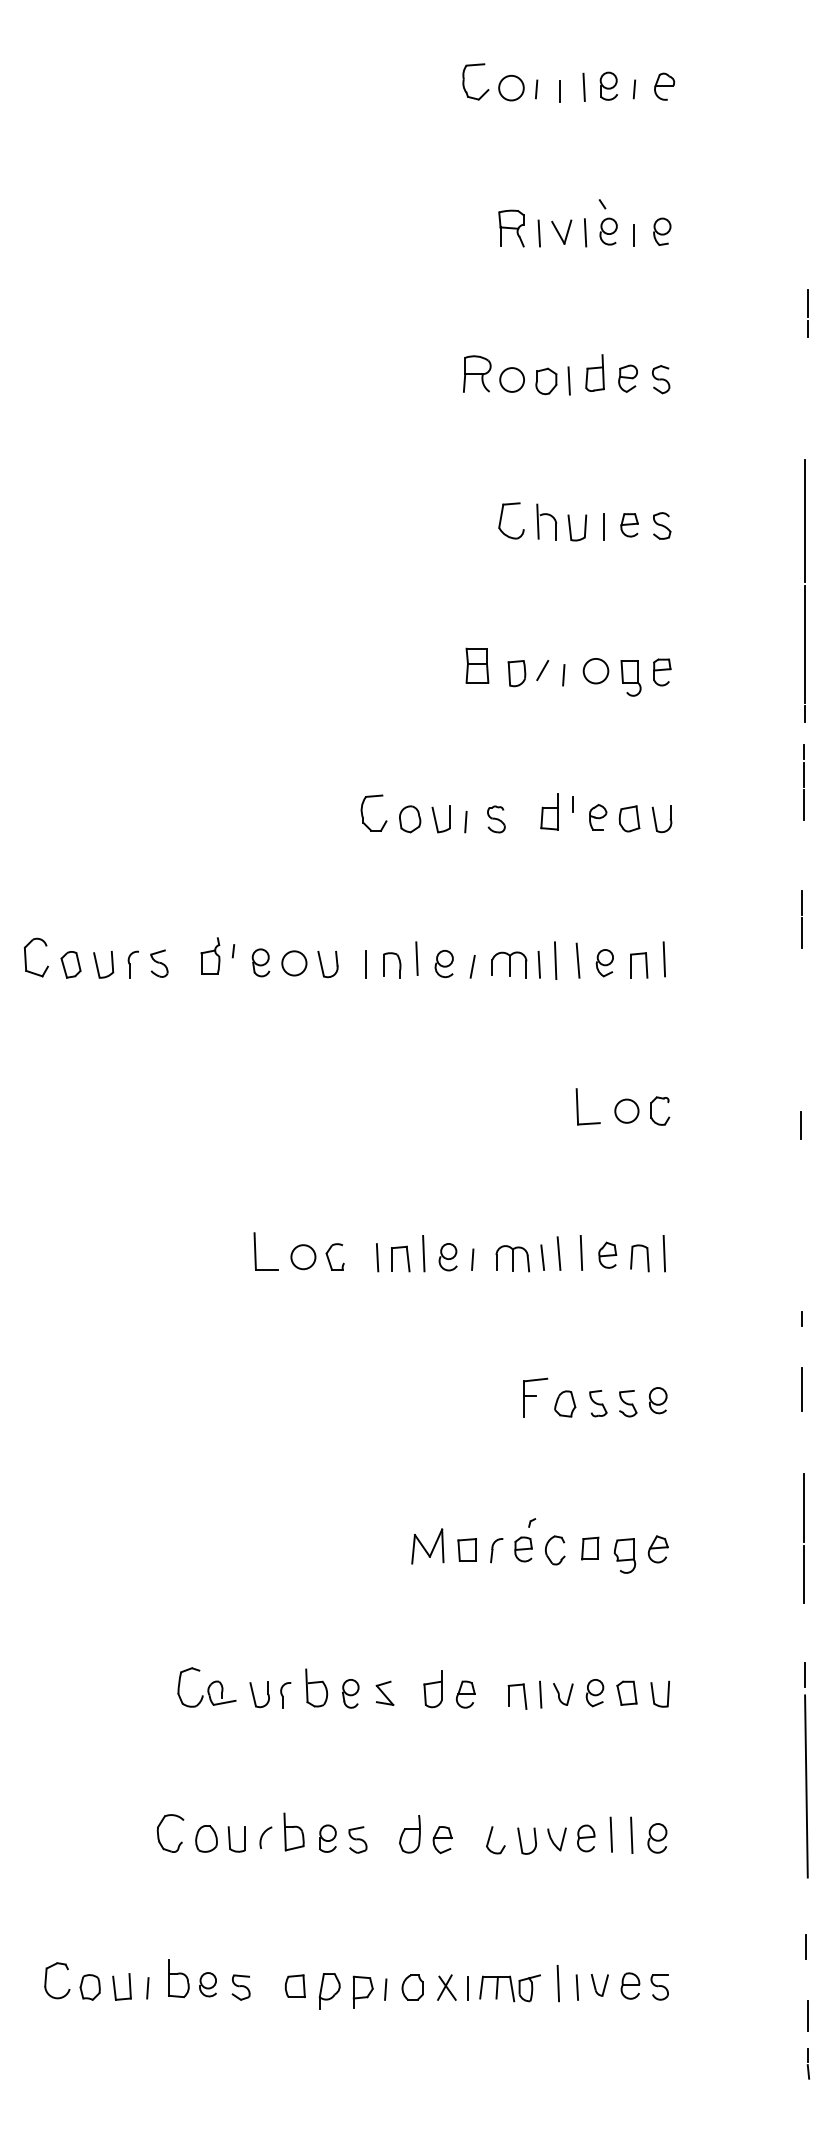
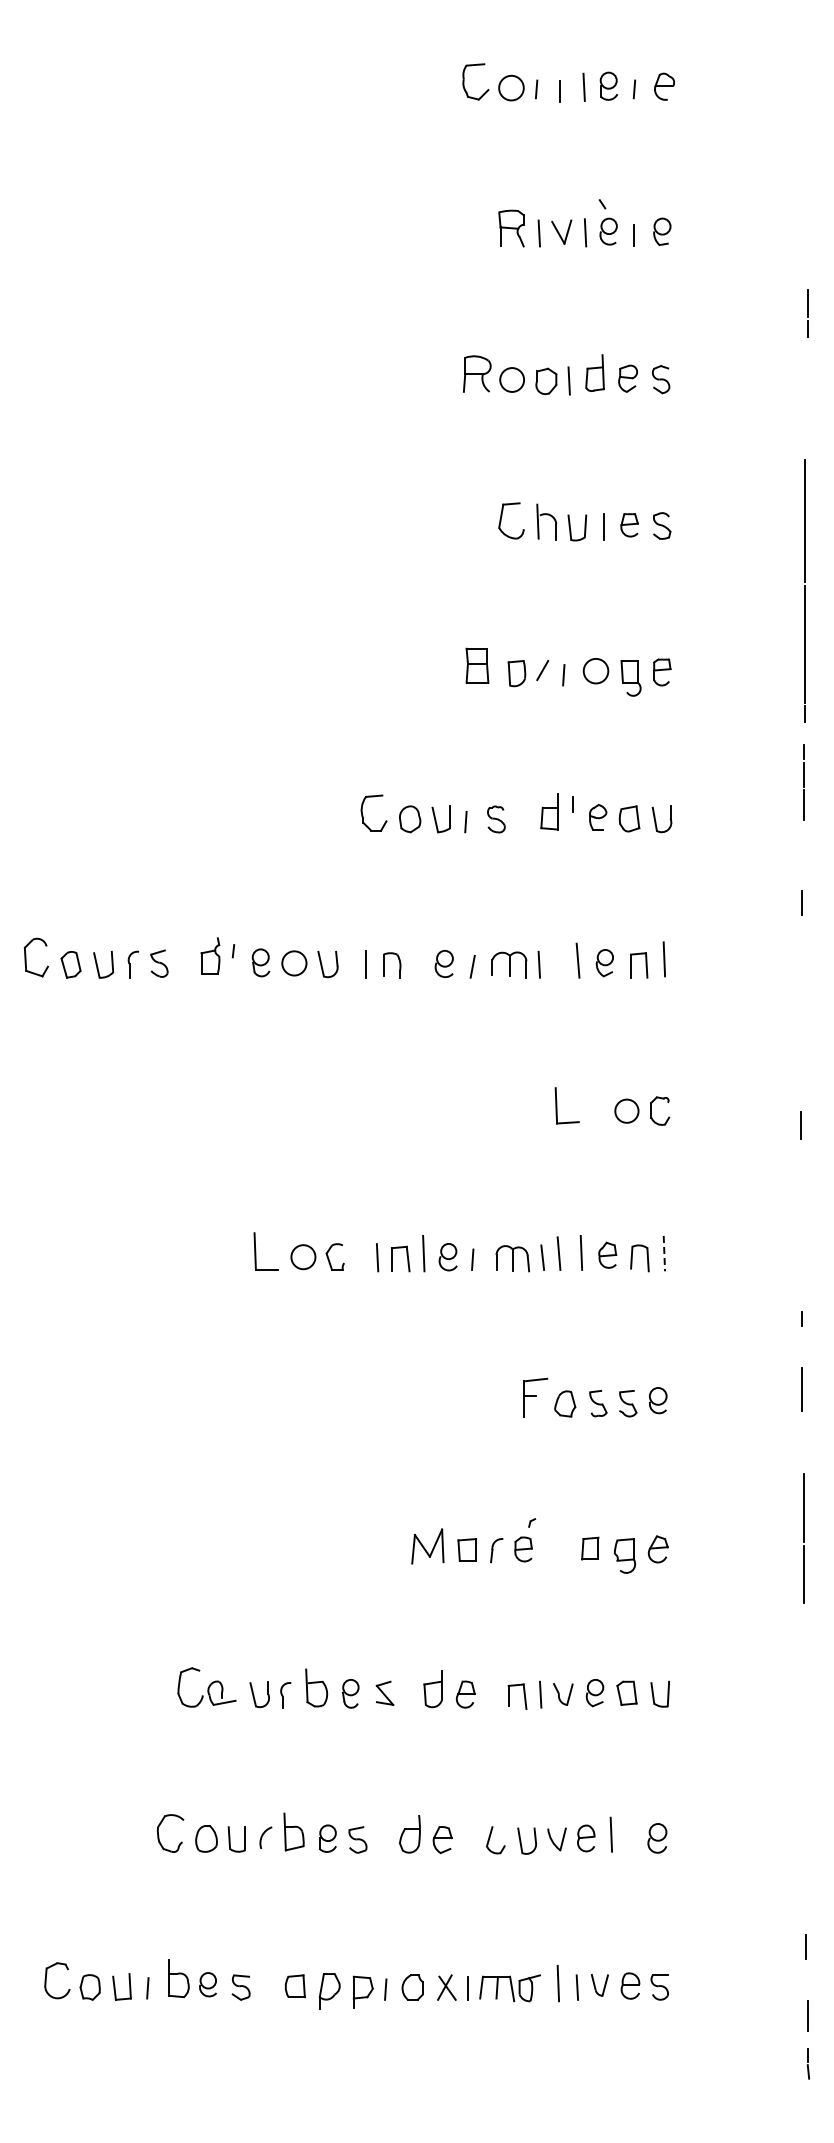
line at (802, 932): present -> none
line at (416, 958): present -> none
line at (555, 960): present -> none
part at (578, 1106) position: (578, 1106) -> (557, 1105)
line at (664, 1253): solid -> dashed
part at (547, 1553): present -> none
line at (806, 1770): present -> none
line at (631, 1835): present -> none
